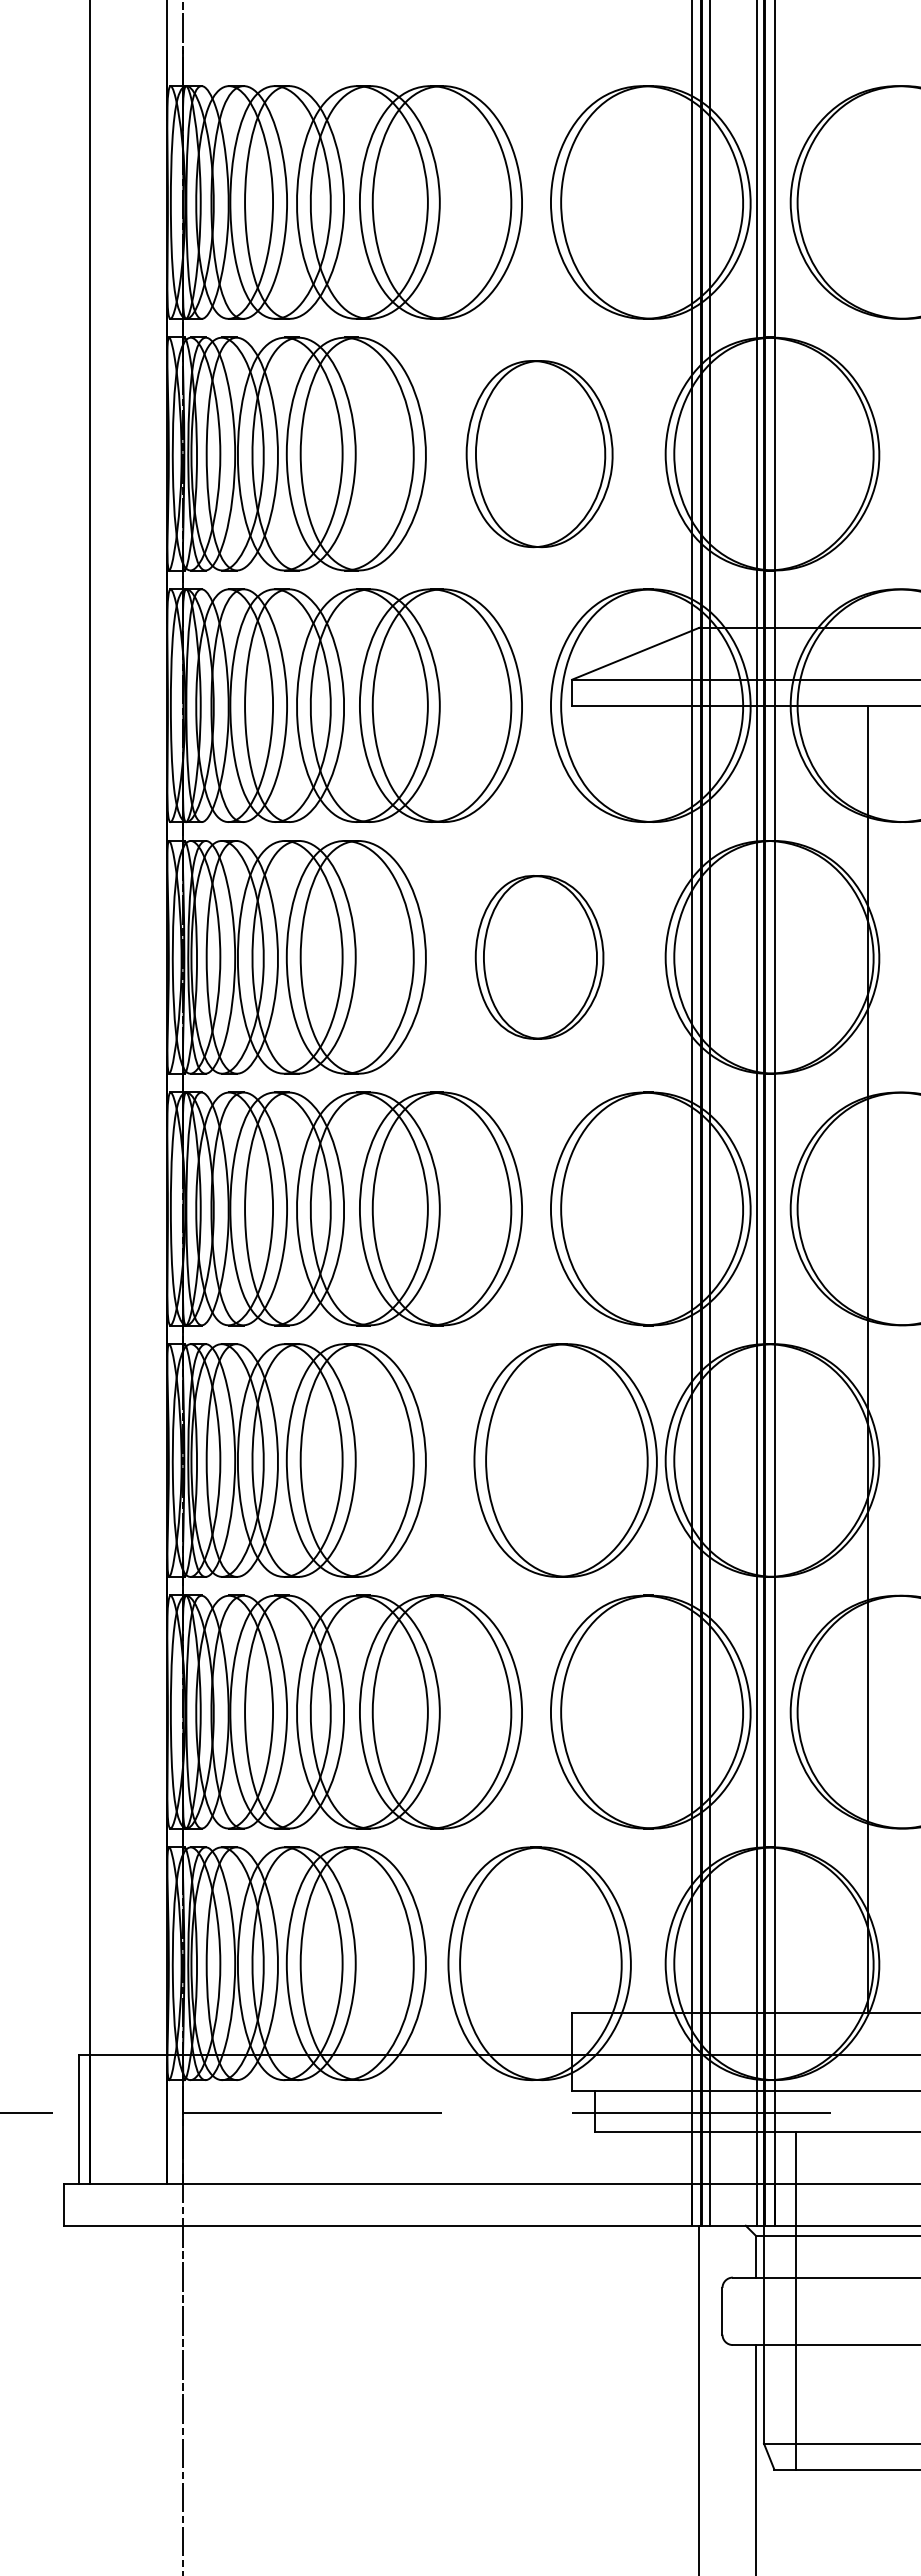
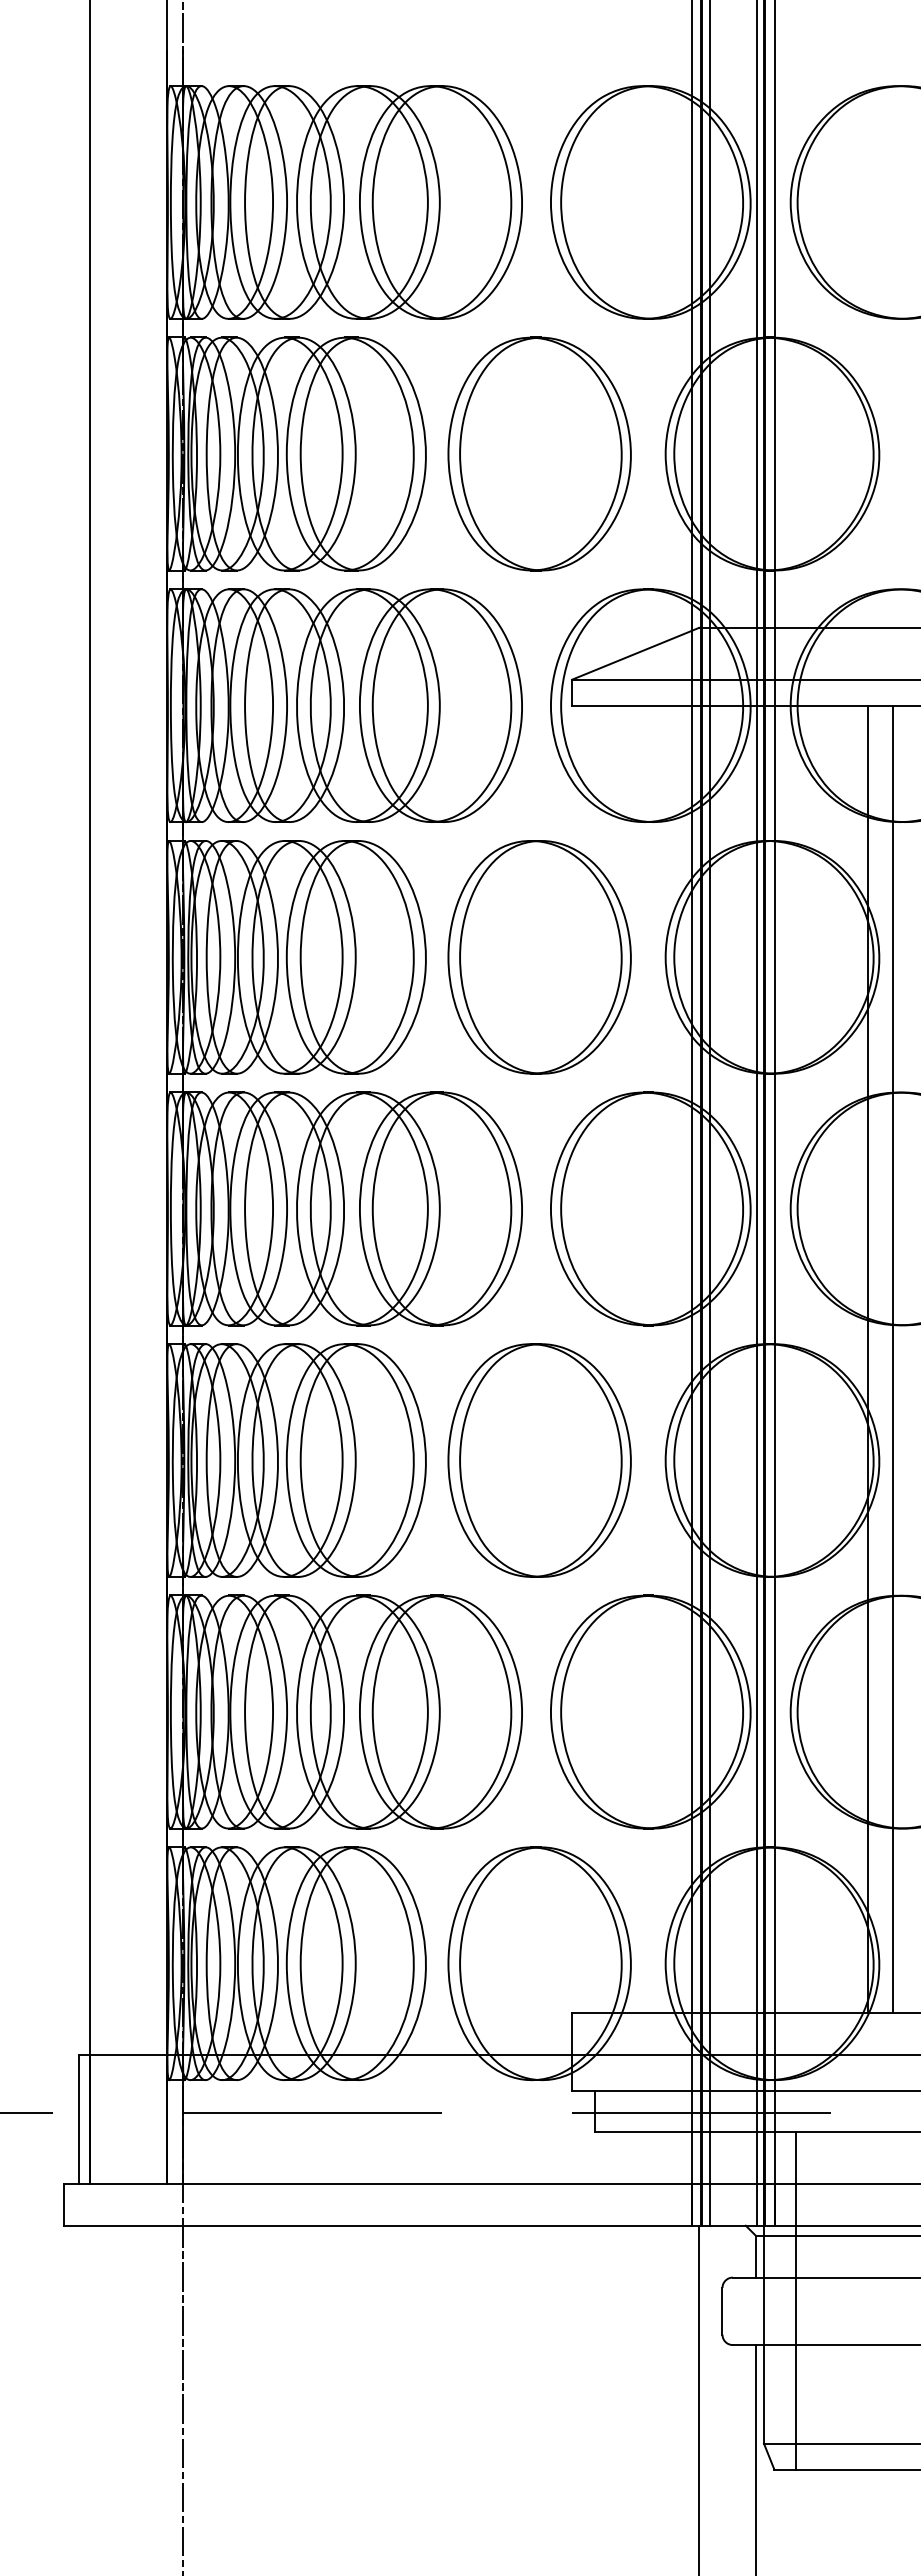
part at (539, 454) size: 149x189 px -> 185x236 px
part at (539, 957) size: 131x165 px -> 185x235 px
line at (893, 1359): none -> present
part at (565, 1460) position: (565, 1460) -> (539, 1460)
